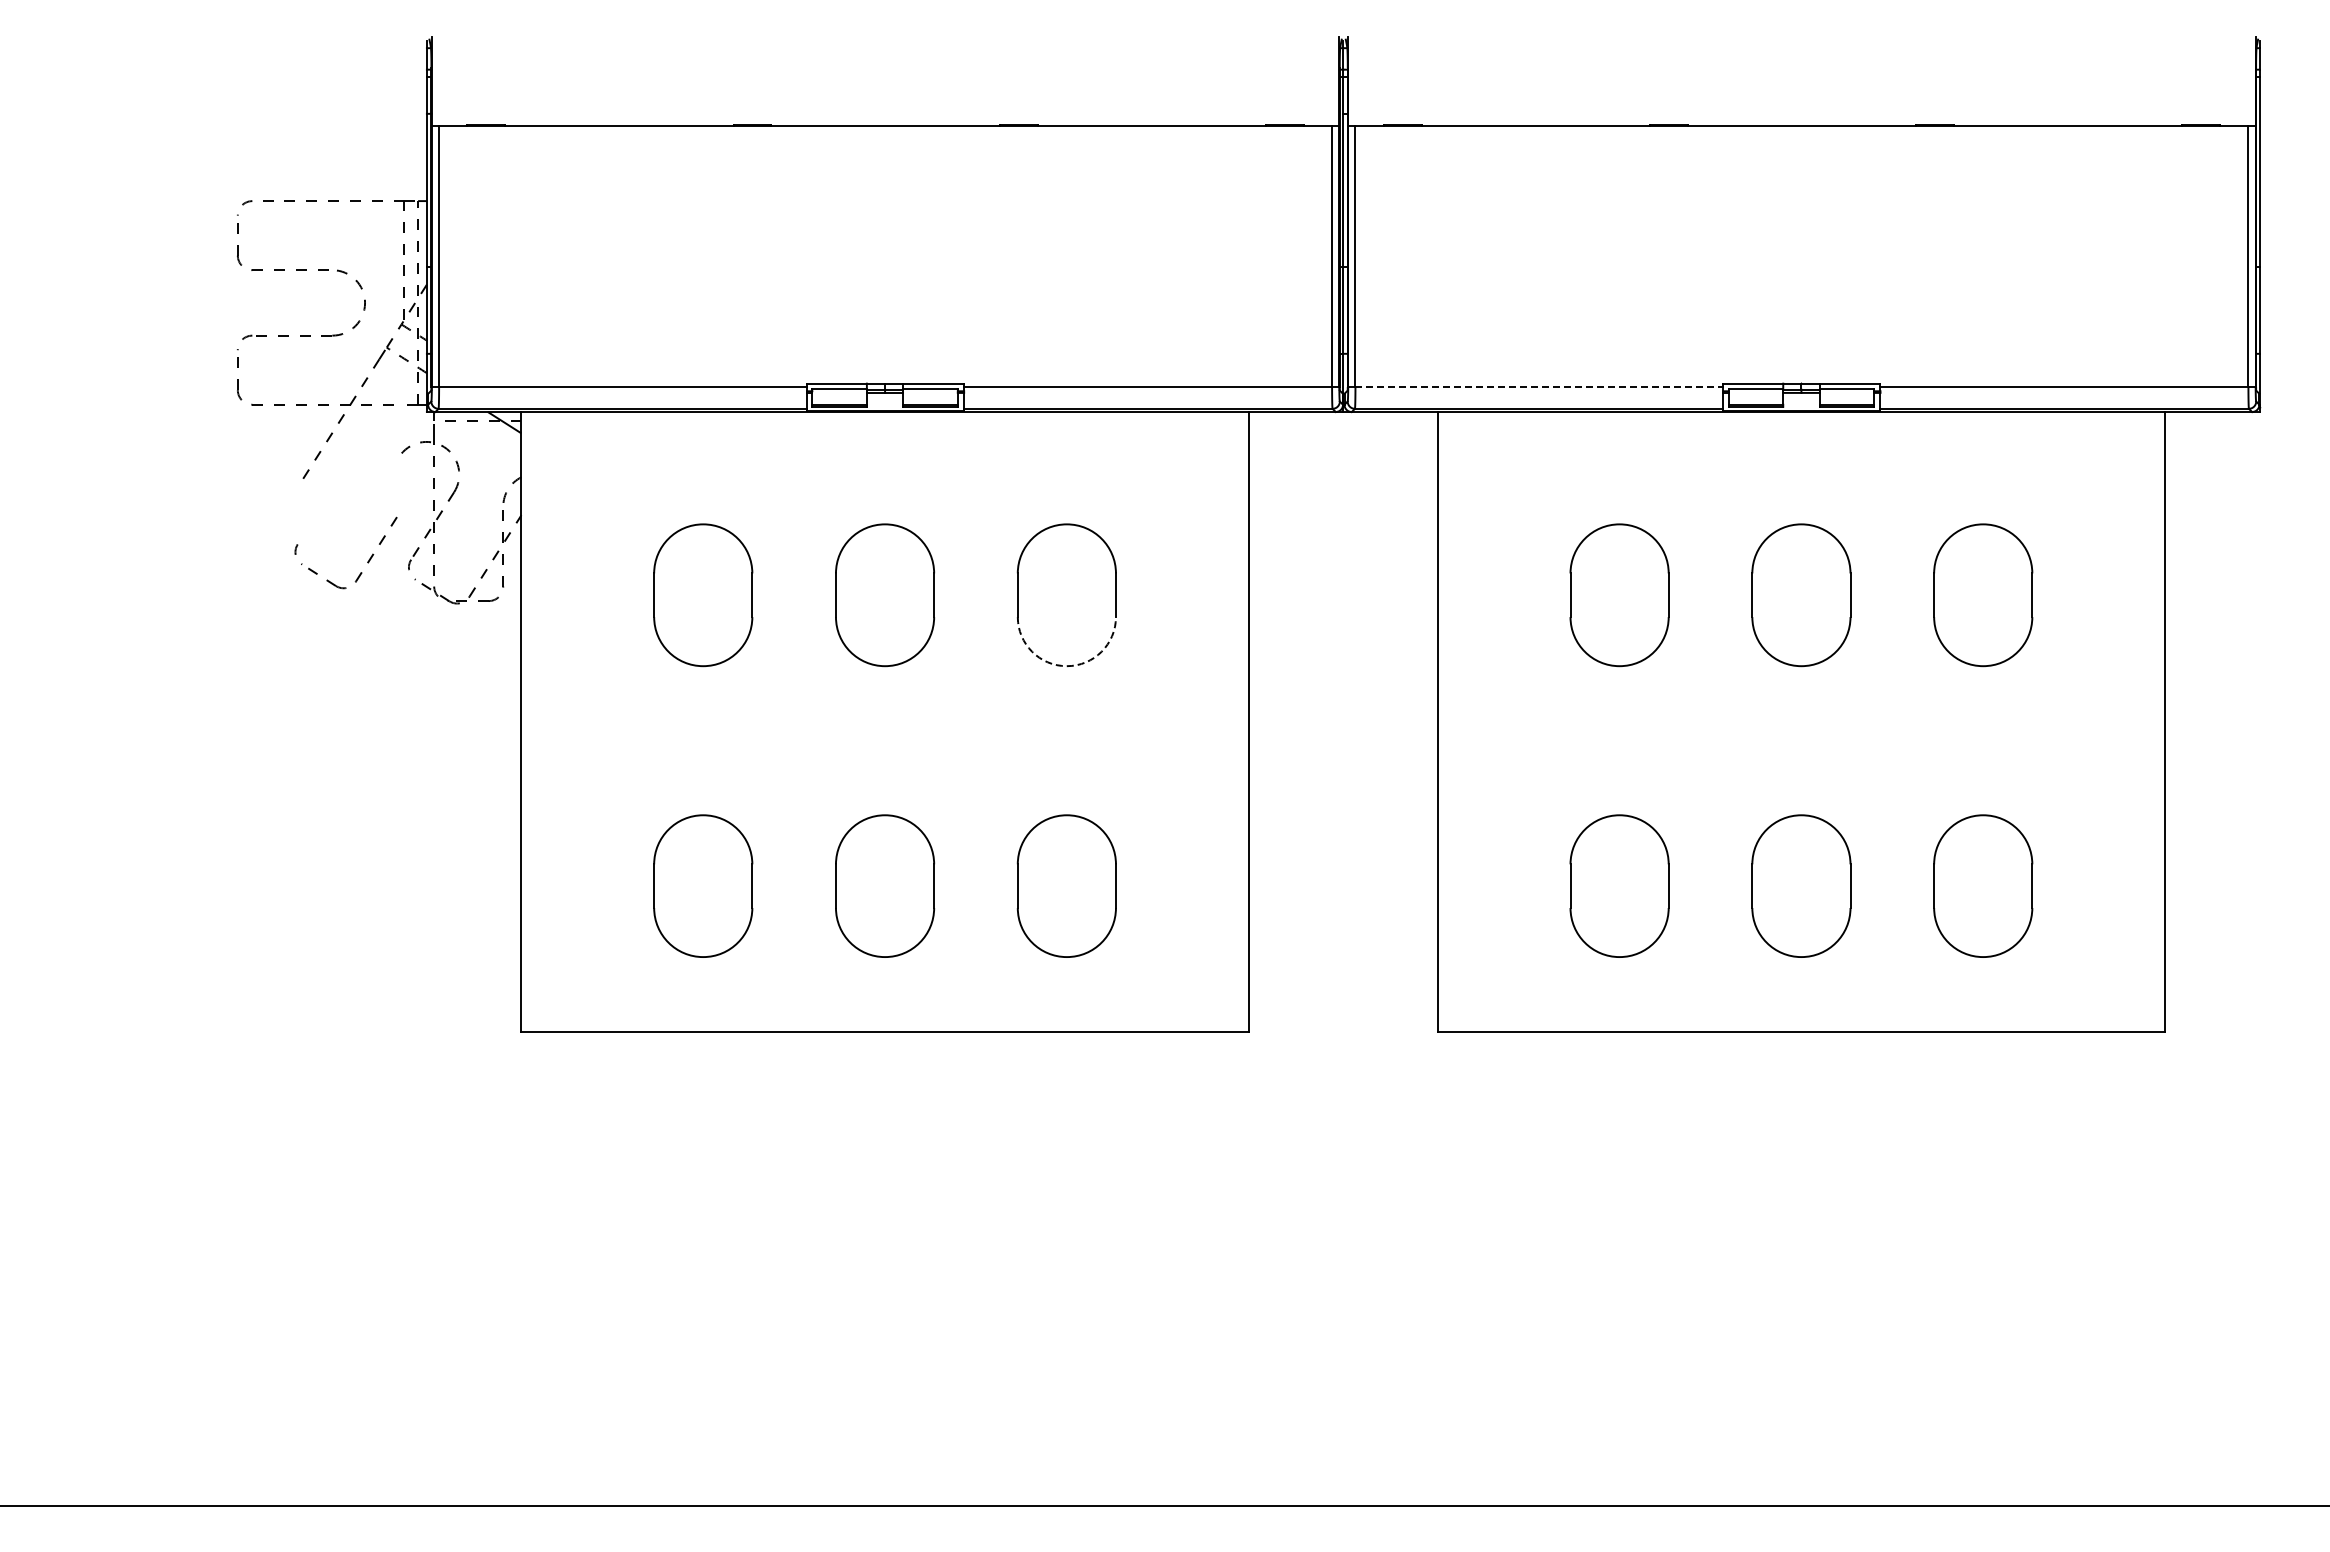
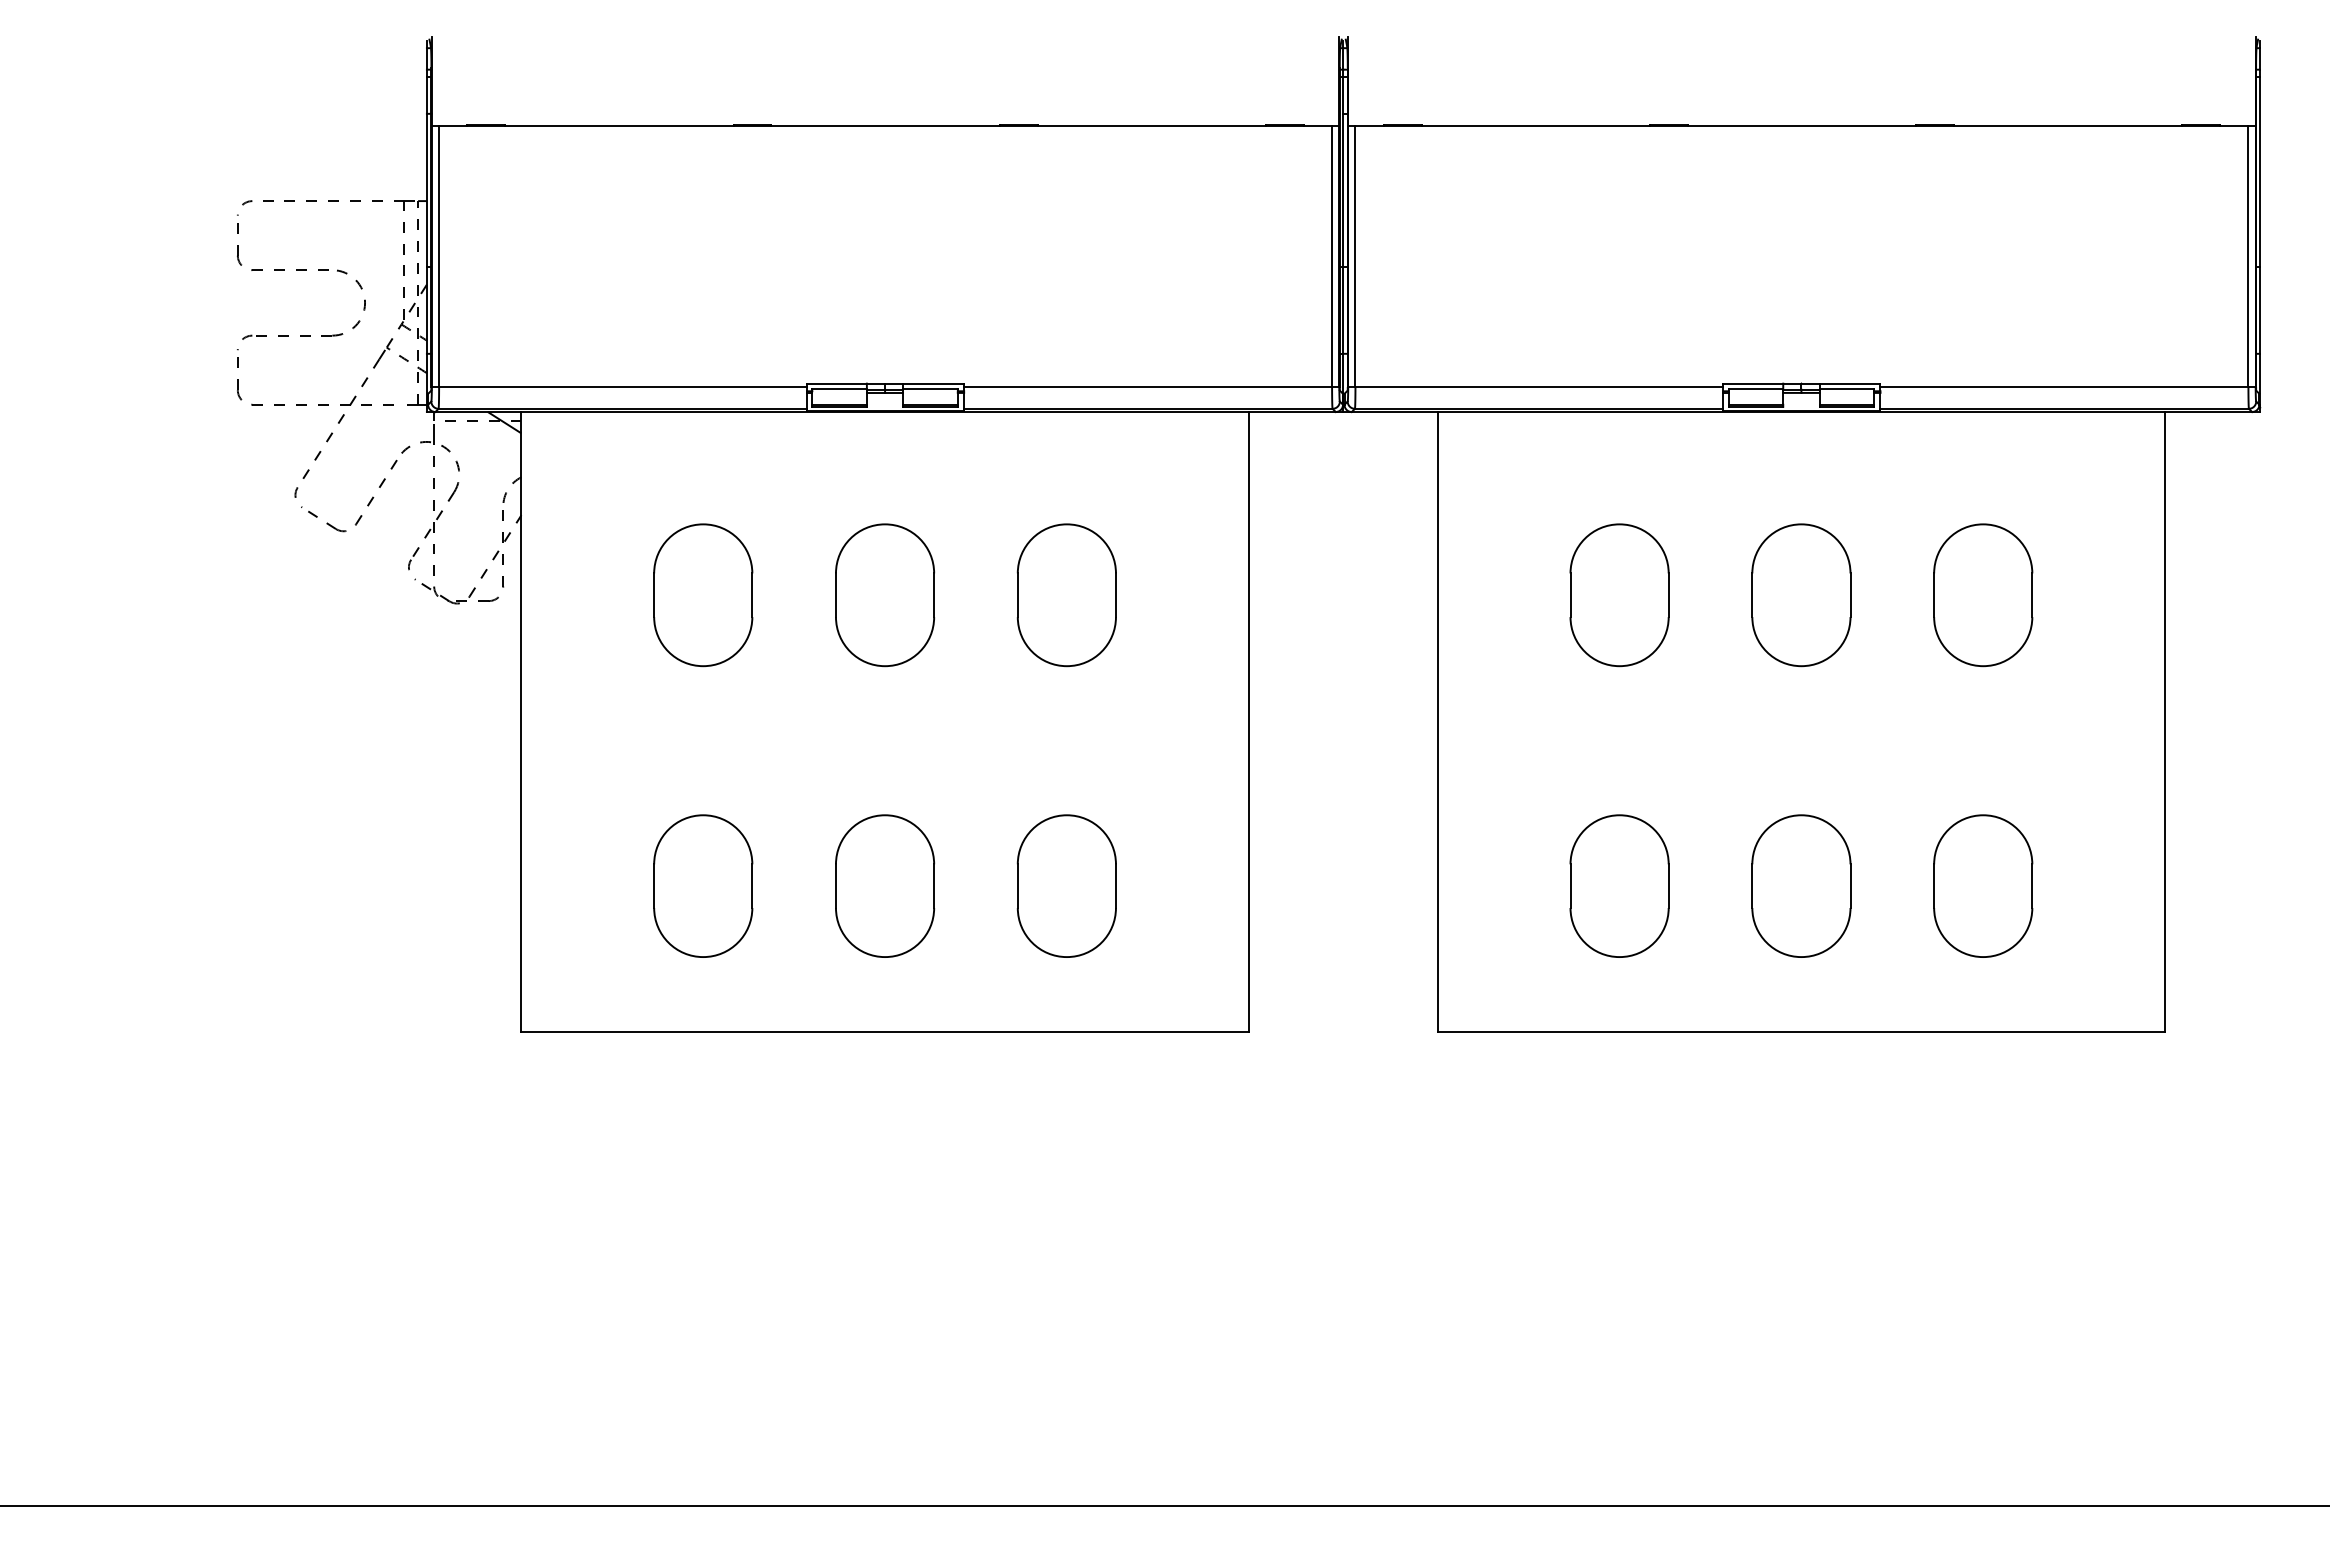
line at (1539, 387): dashed -> solid
part at (367, 561) position: (367, 561) -> (367, 504)
arc at (1066, 666): dashed -> solid
